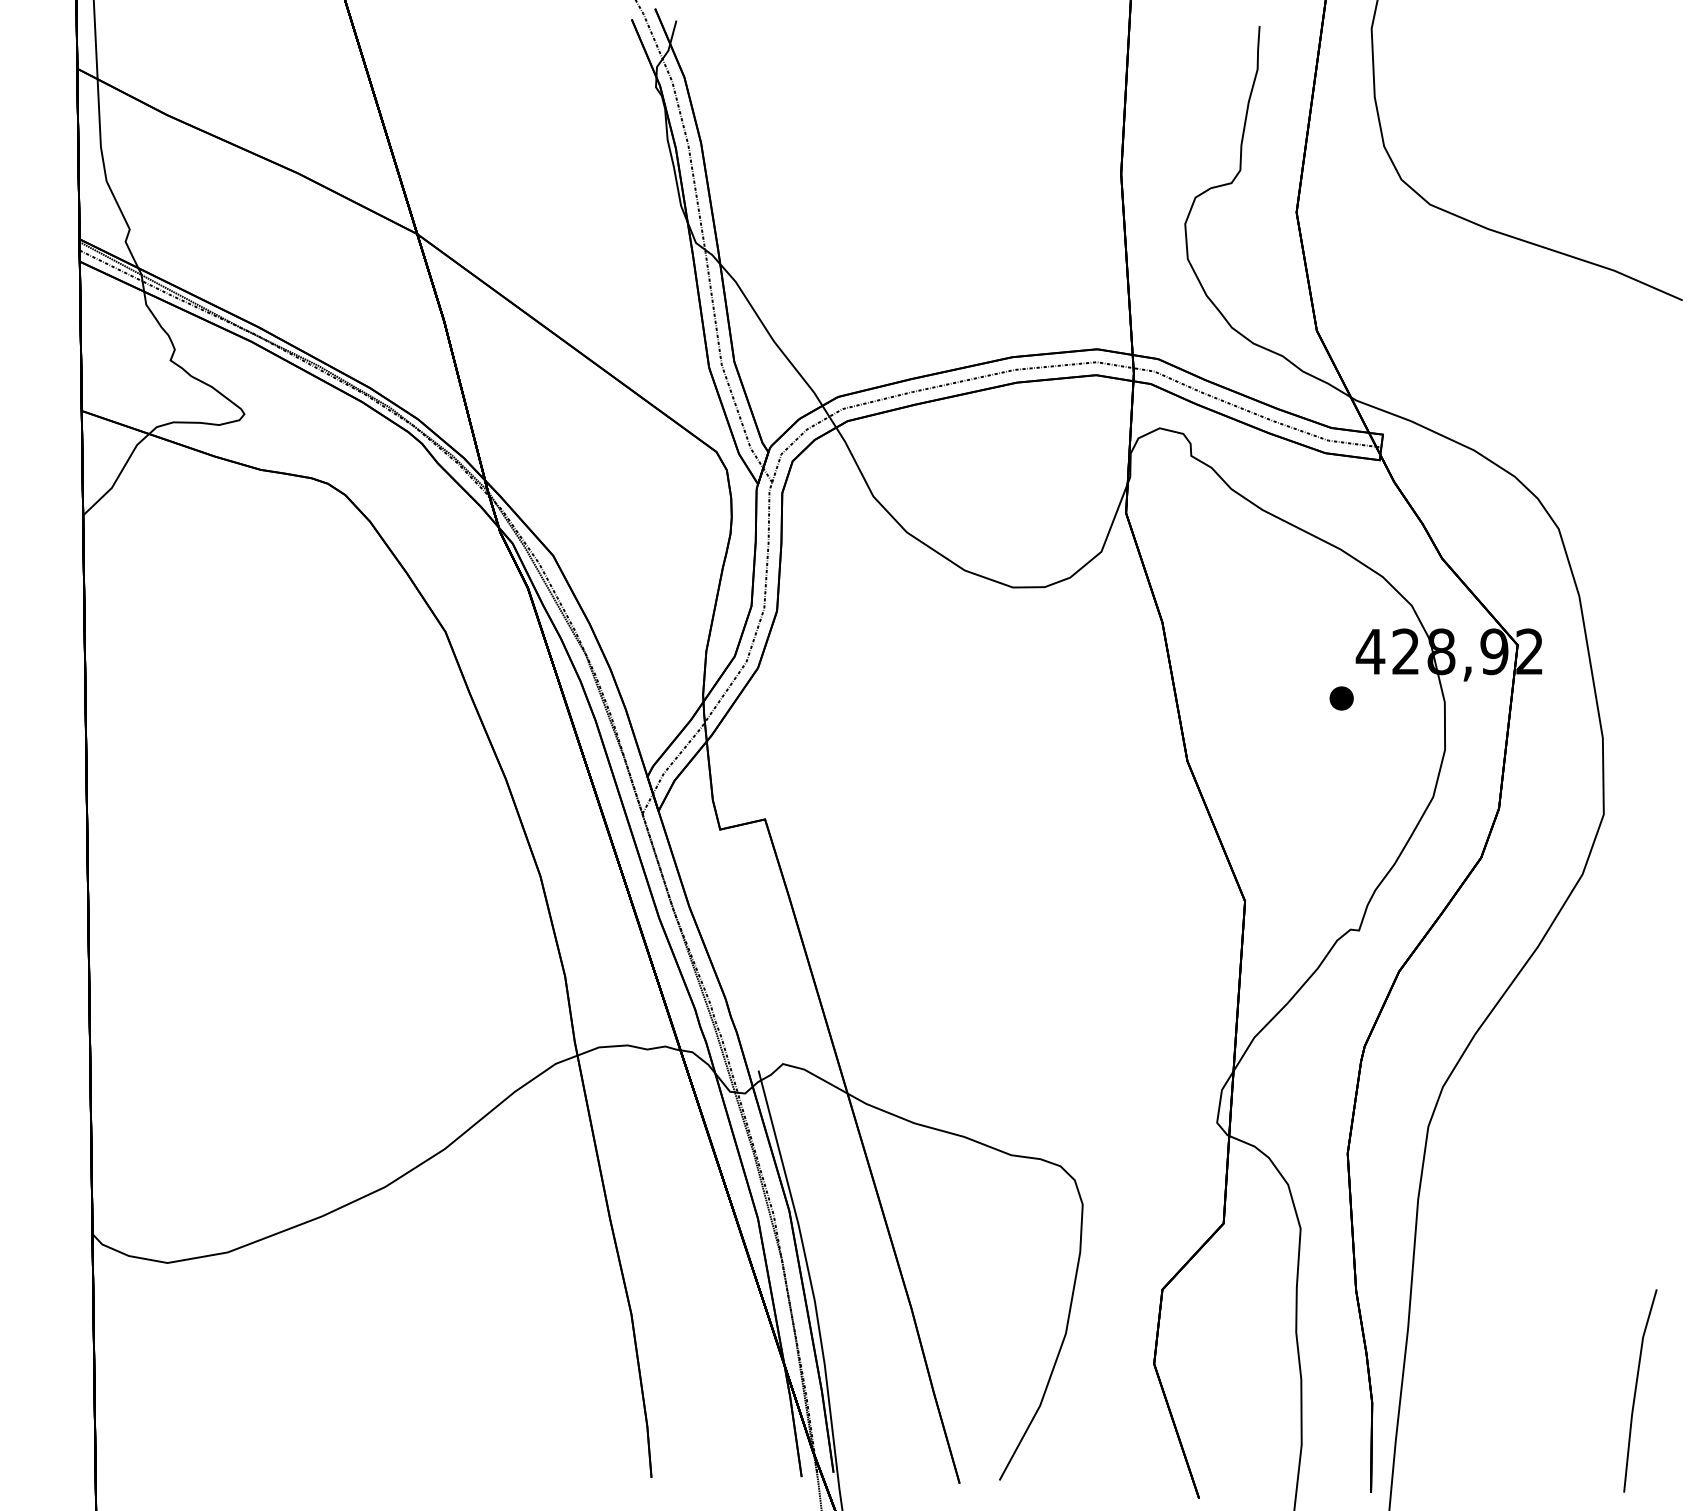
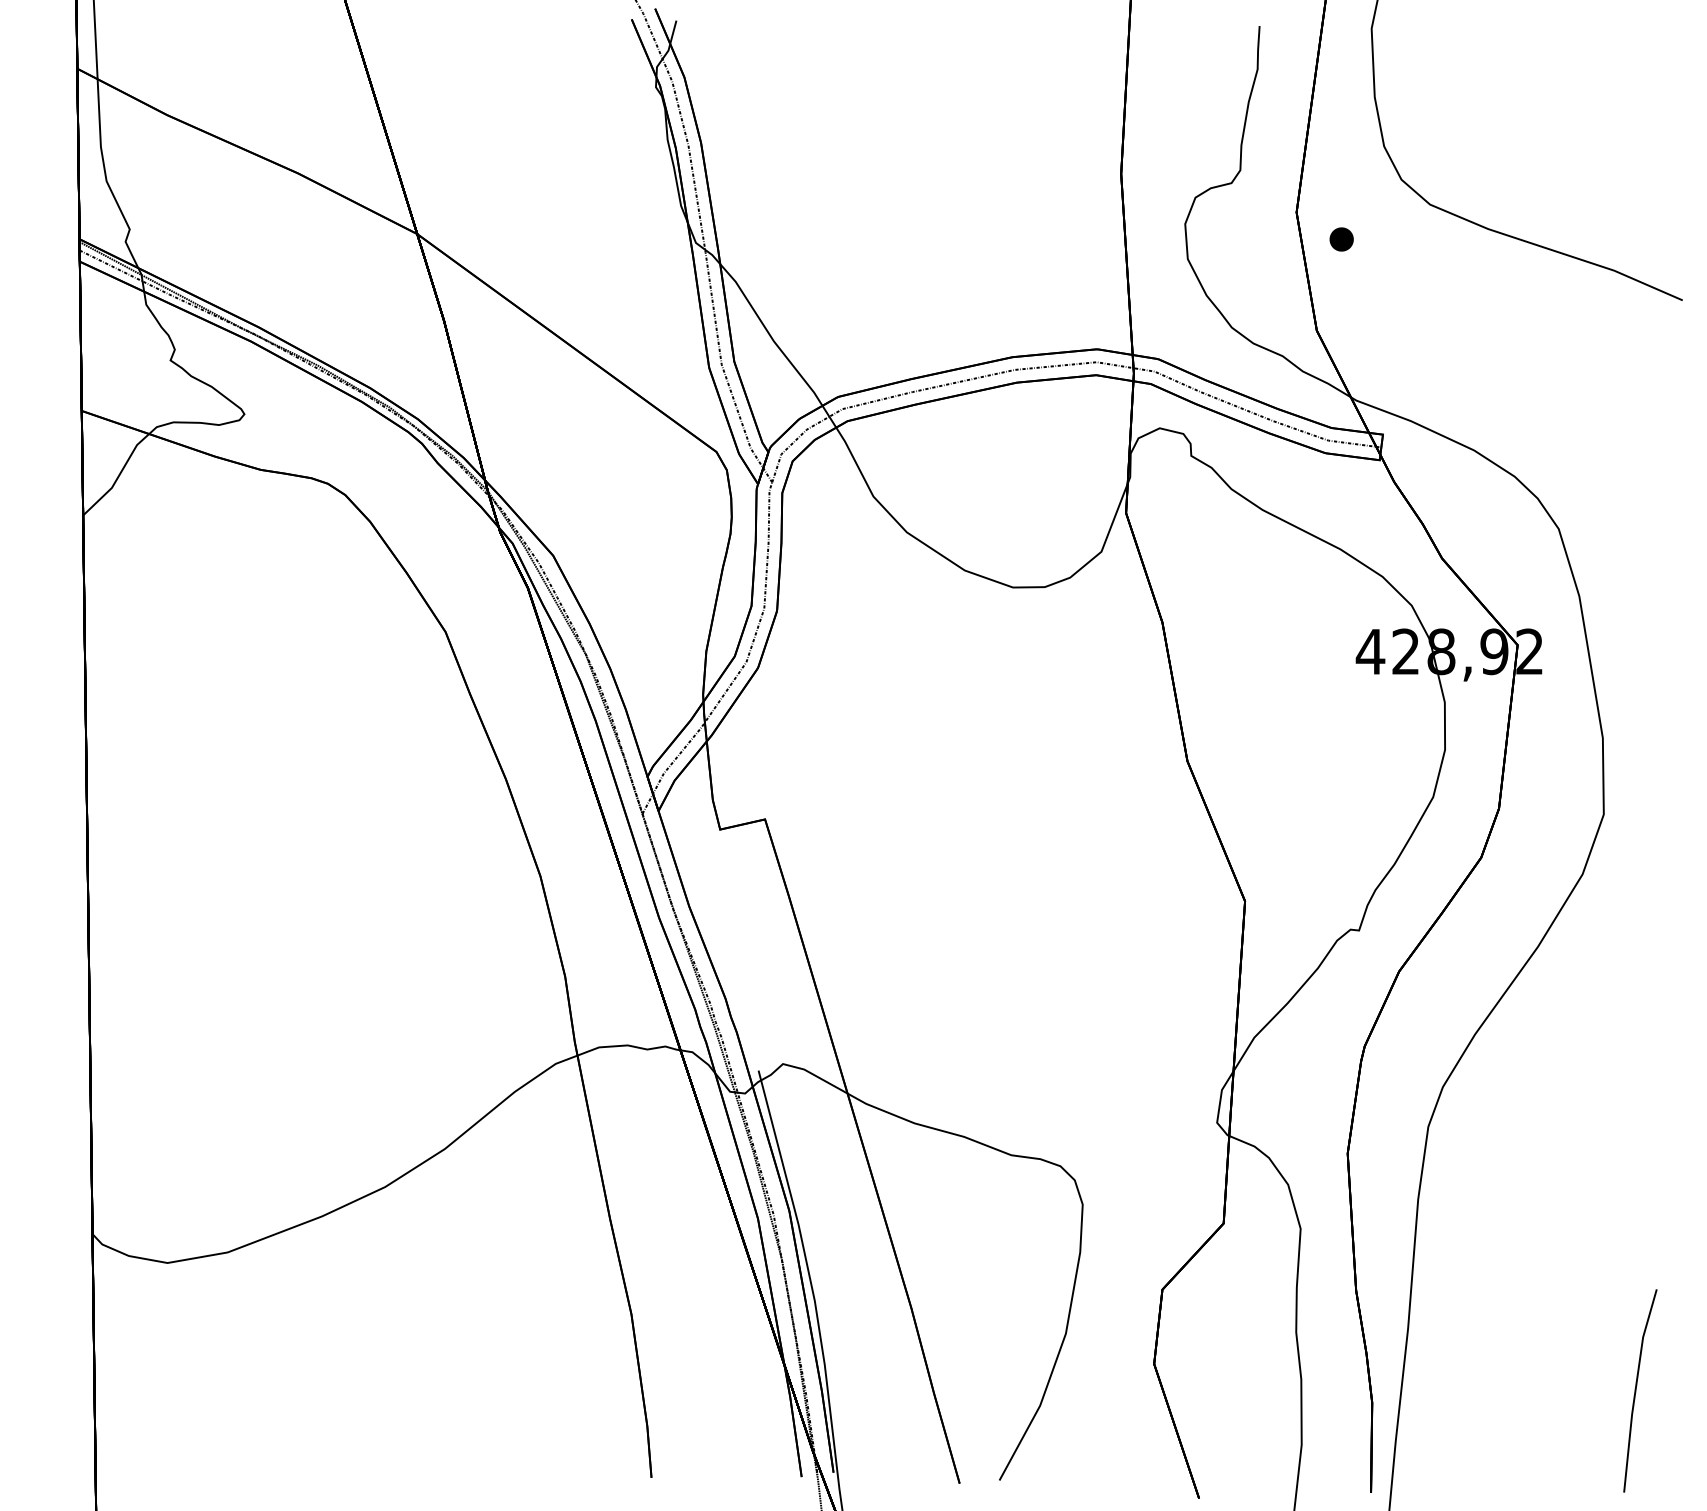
part at (1341, 698) position: (1341, 698) -> (1341, 239)
